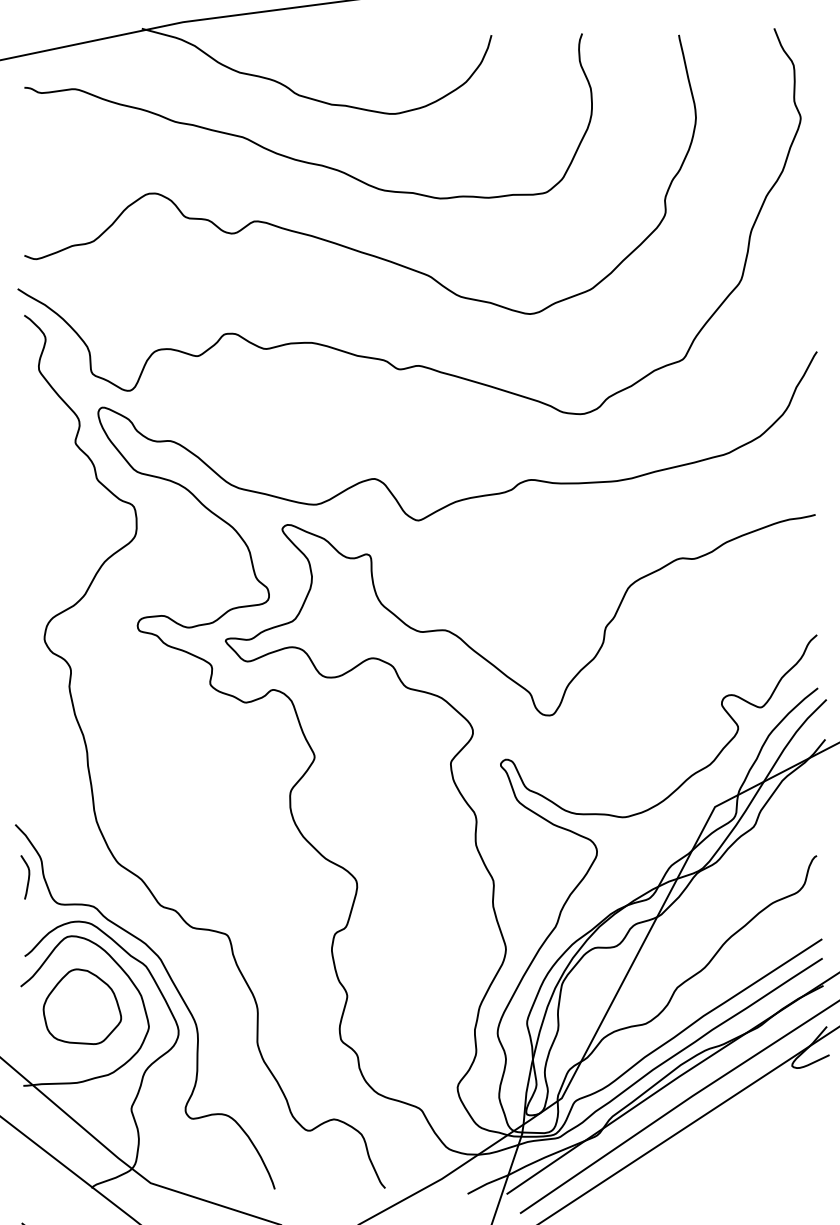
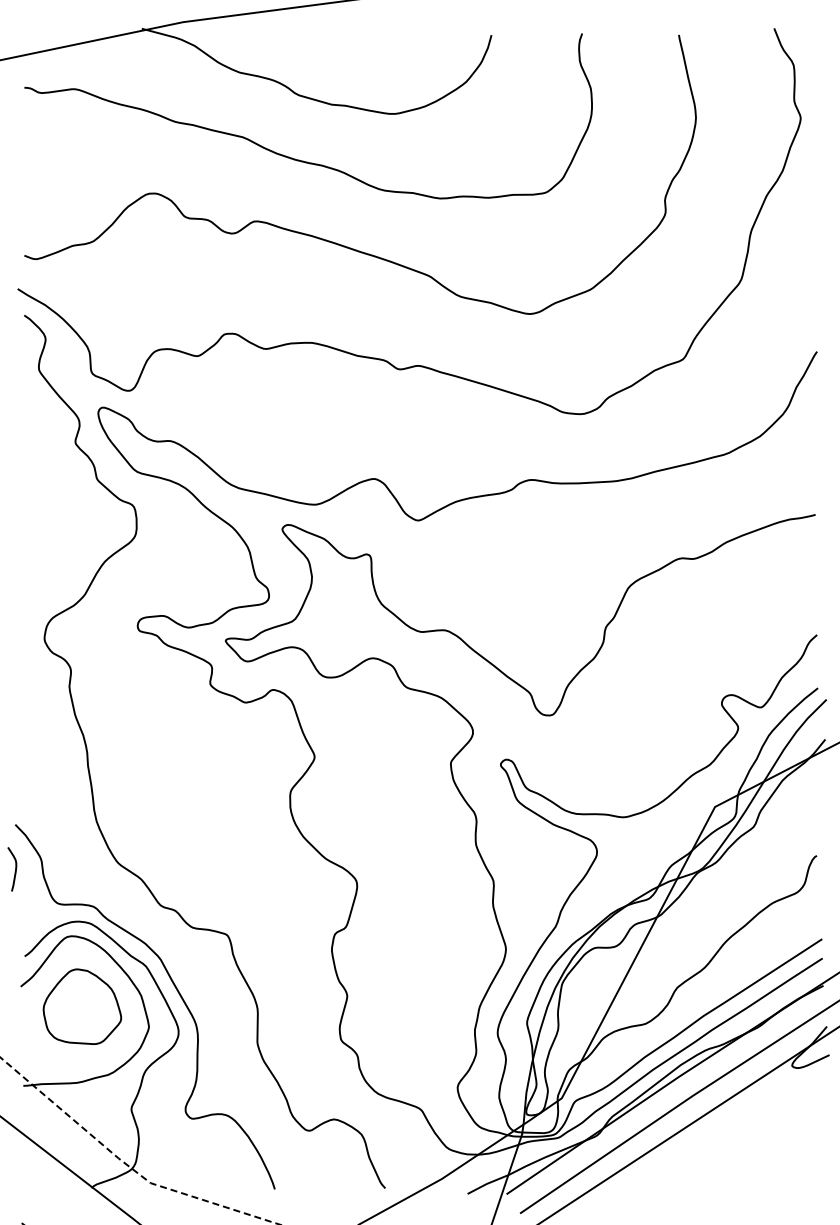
curve at (27, 879) position: (27, 879) -> (14, 871)
line at (127, 1164): solid -> dashed
